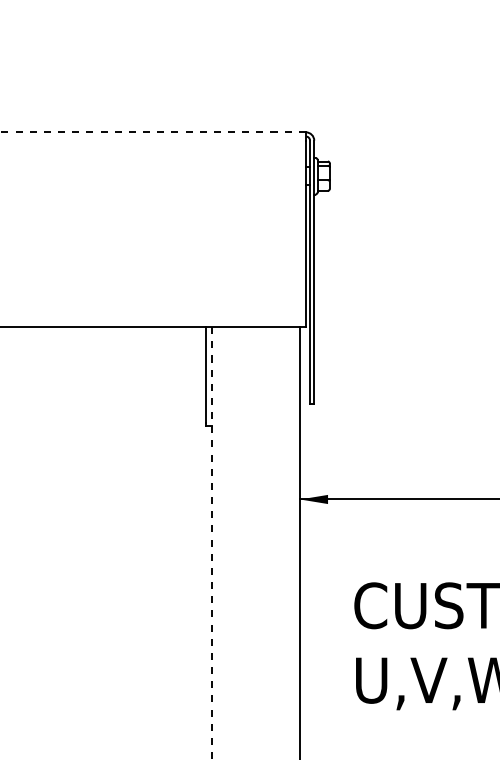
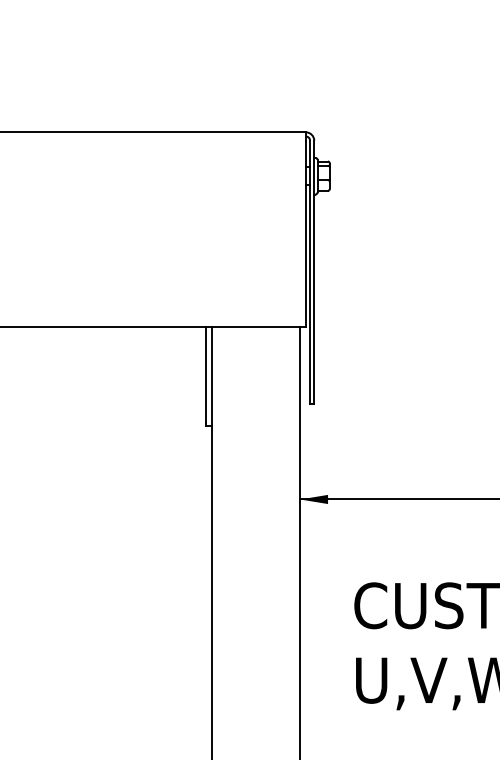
line at (153, 132): dashed -> solid
line at (211, 543): dashed -> solid
